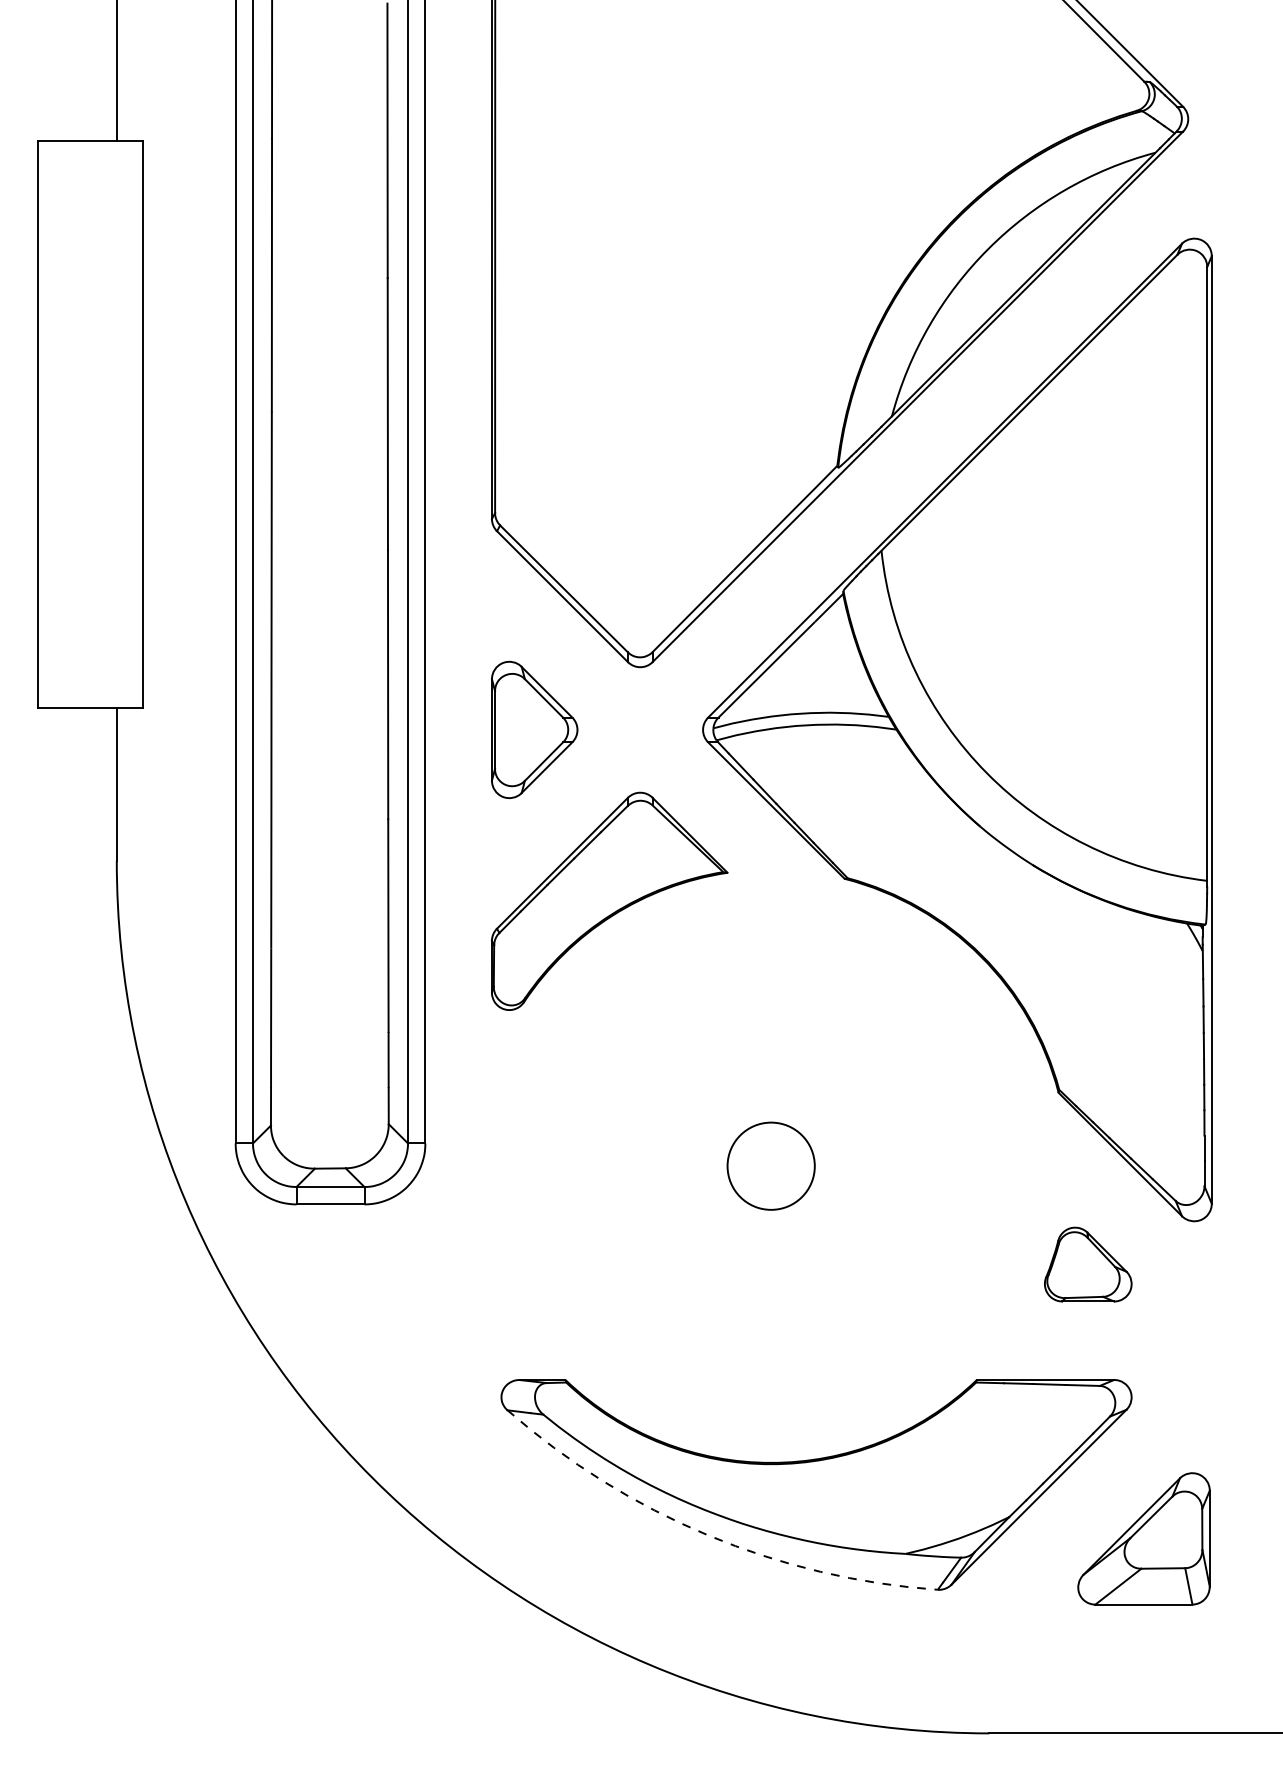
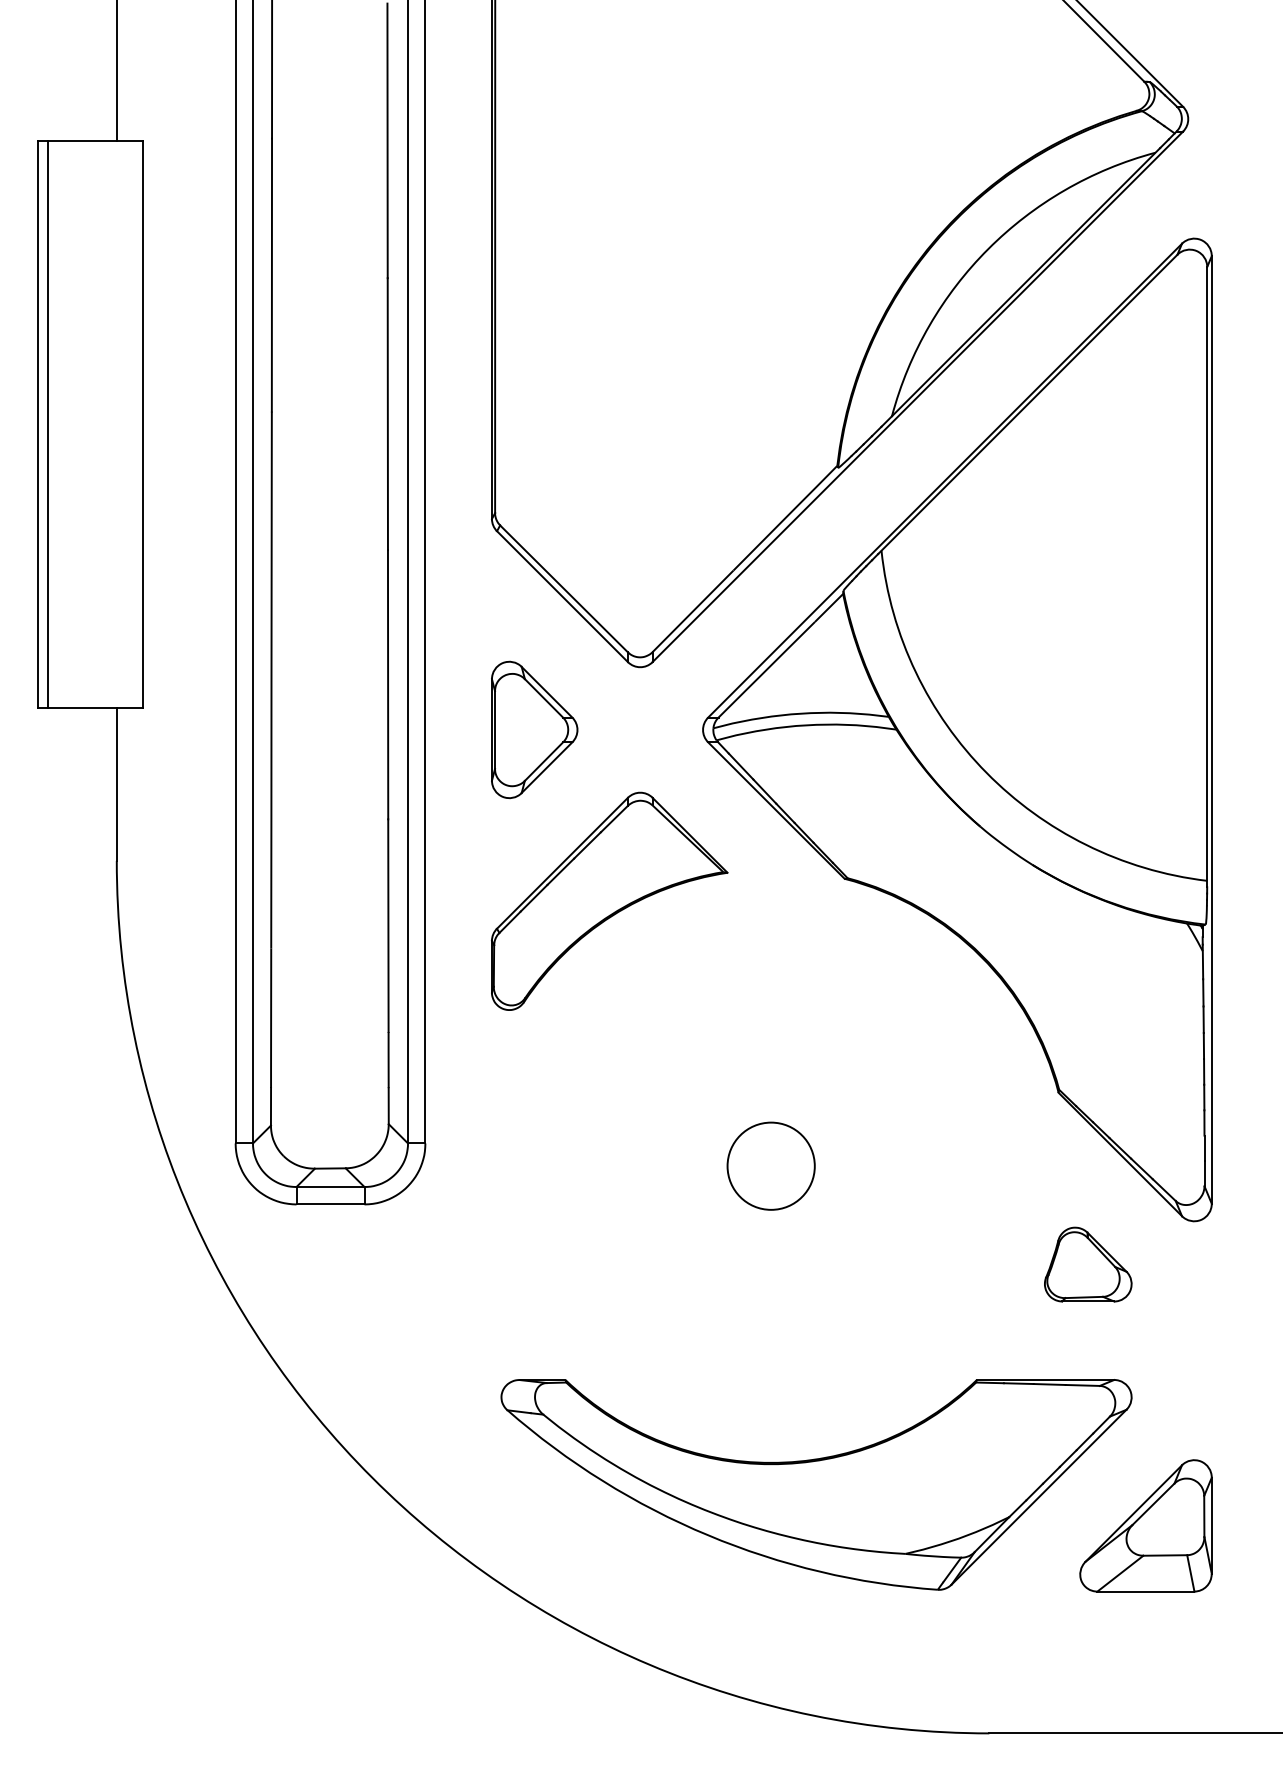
line at (48, 424): none -> present
arc at (708, 1535): dashed -> solid
part at (1143, 1538) position: (1143, 1538) -> (1145, 1525)
